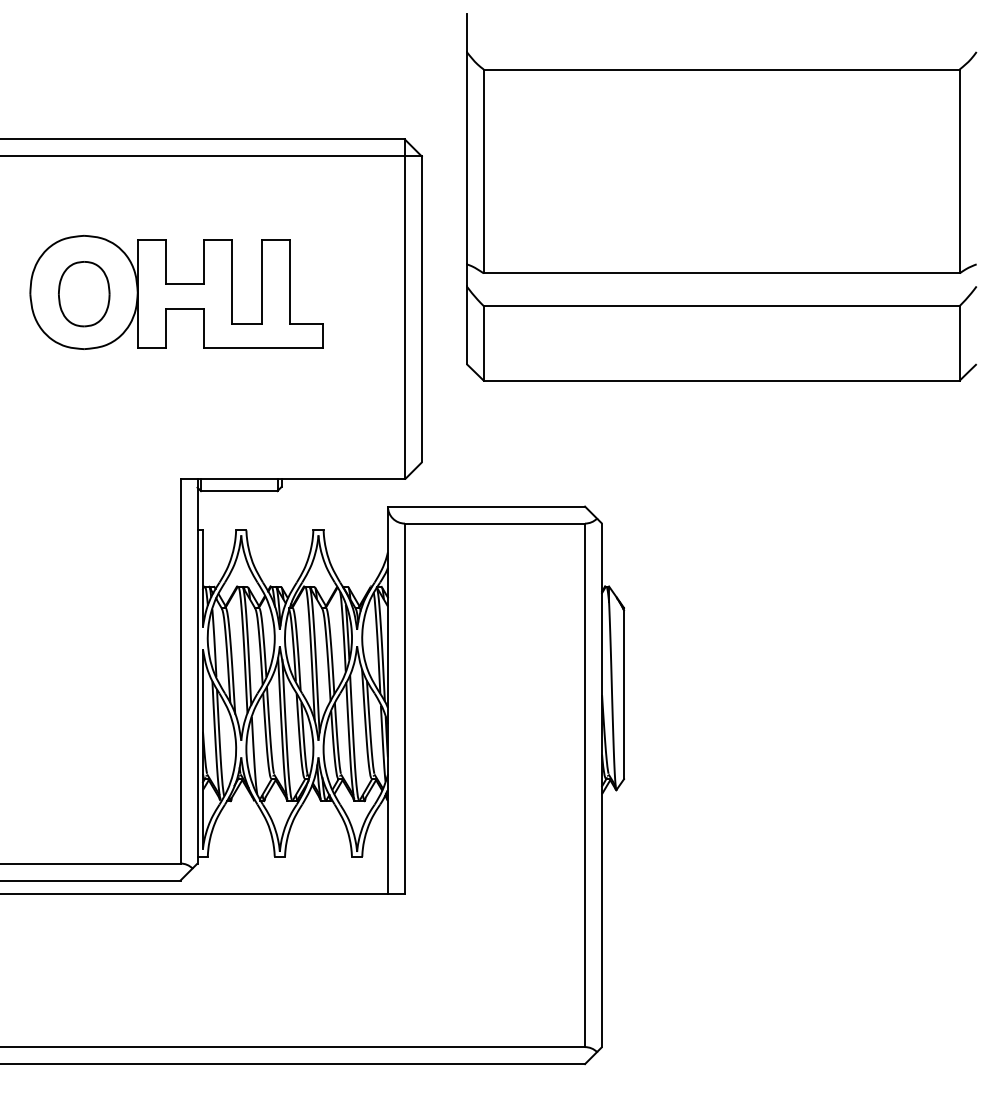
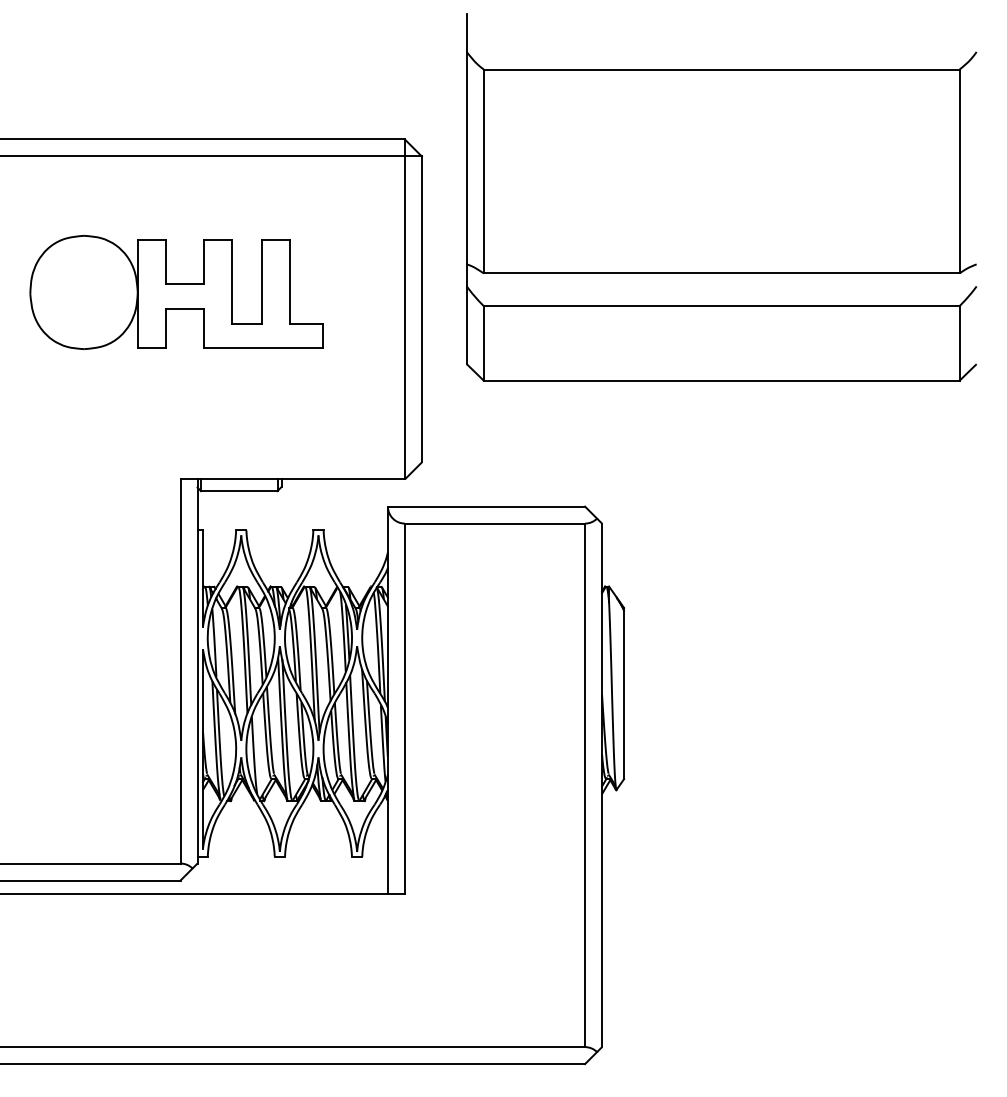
part at (84, 294): present -> none
